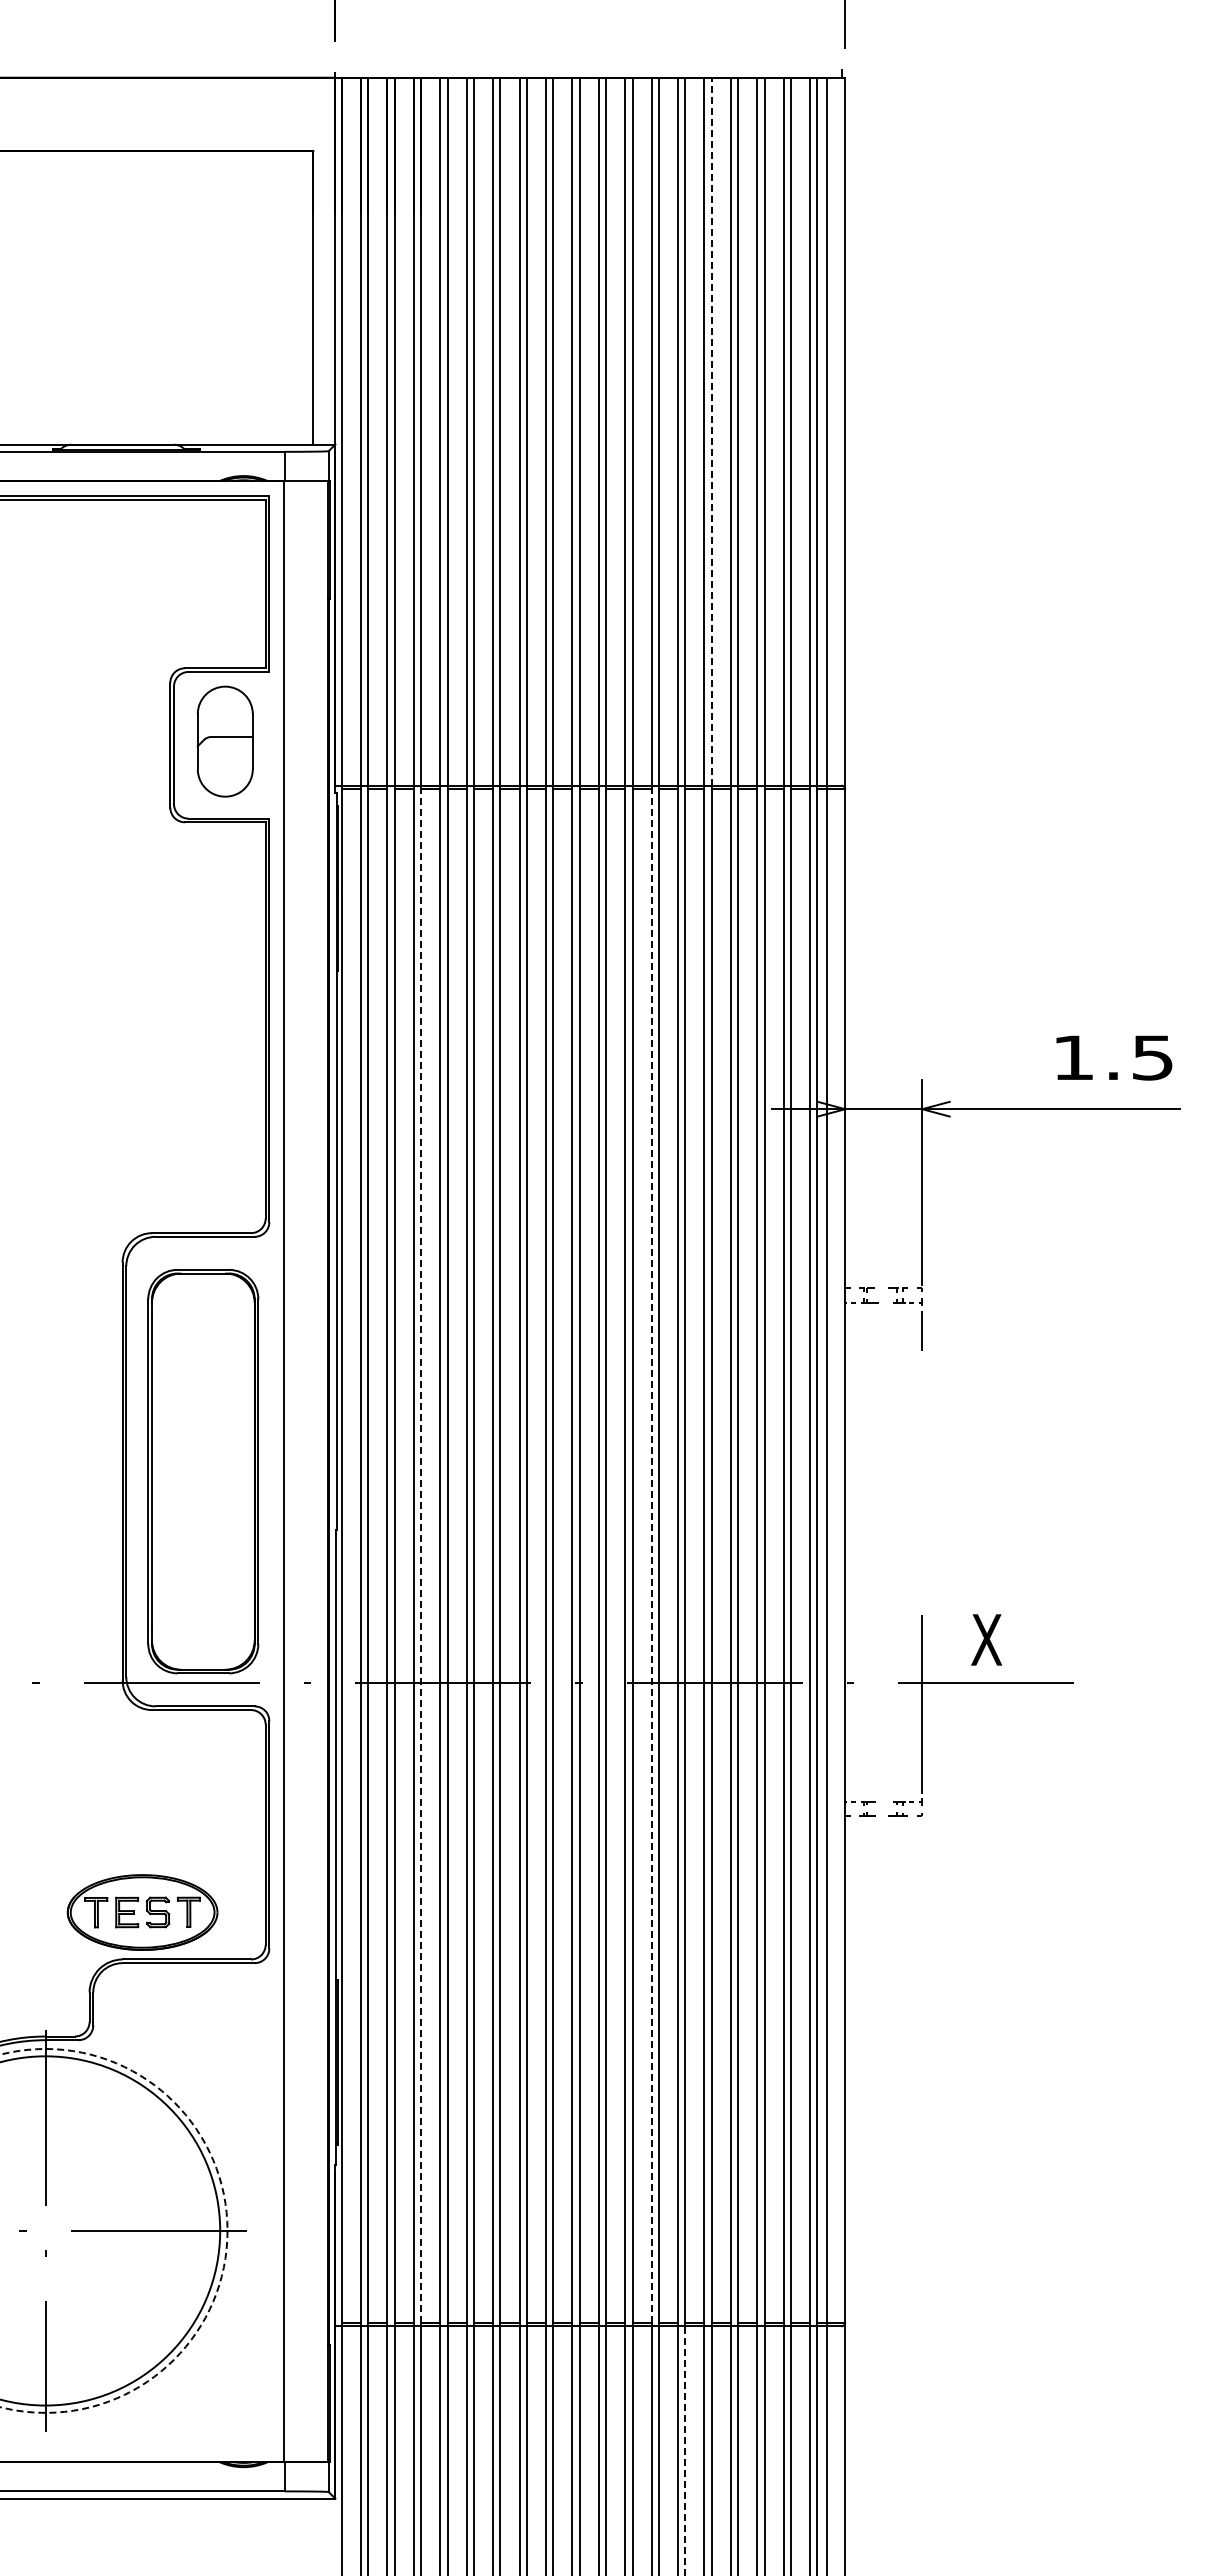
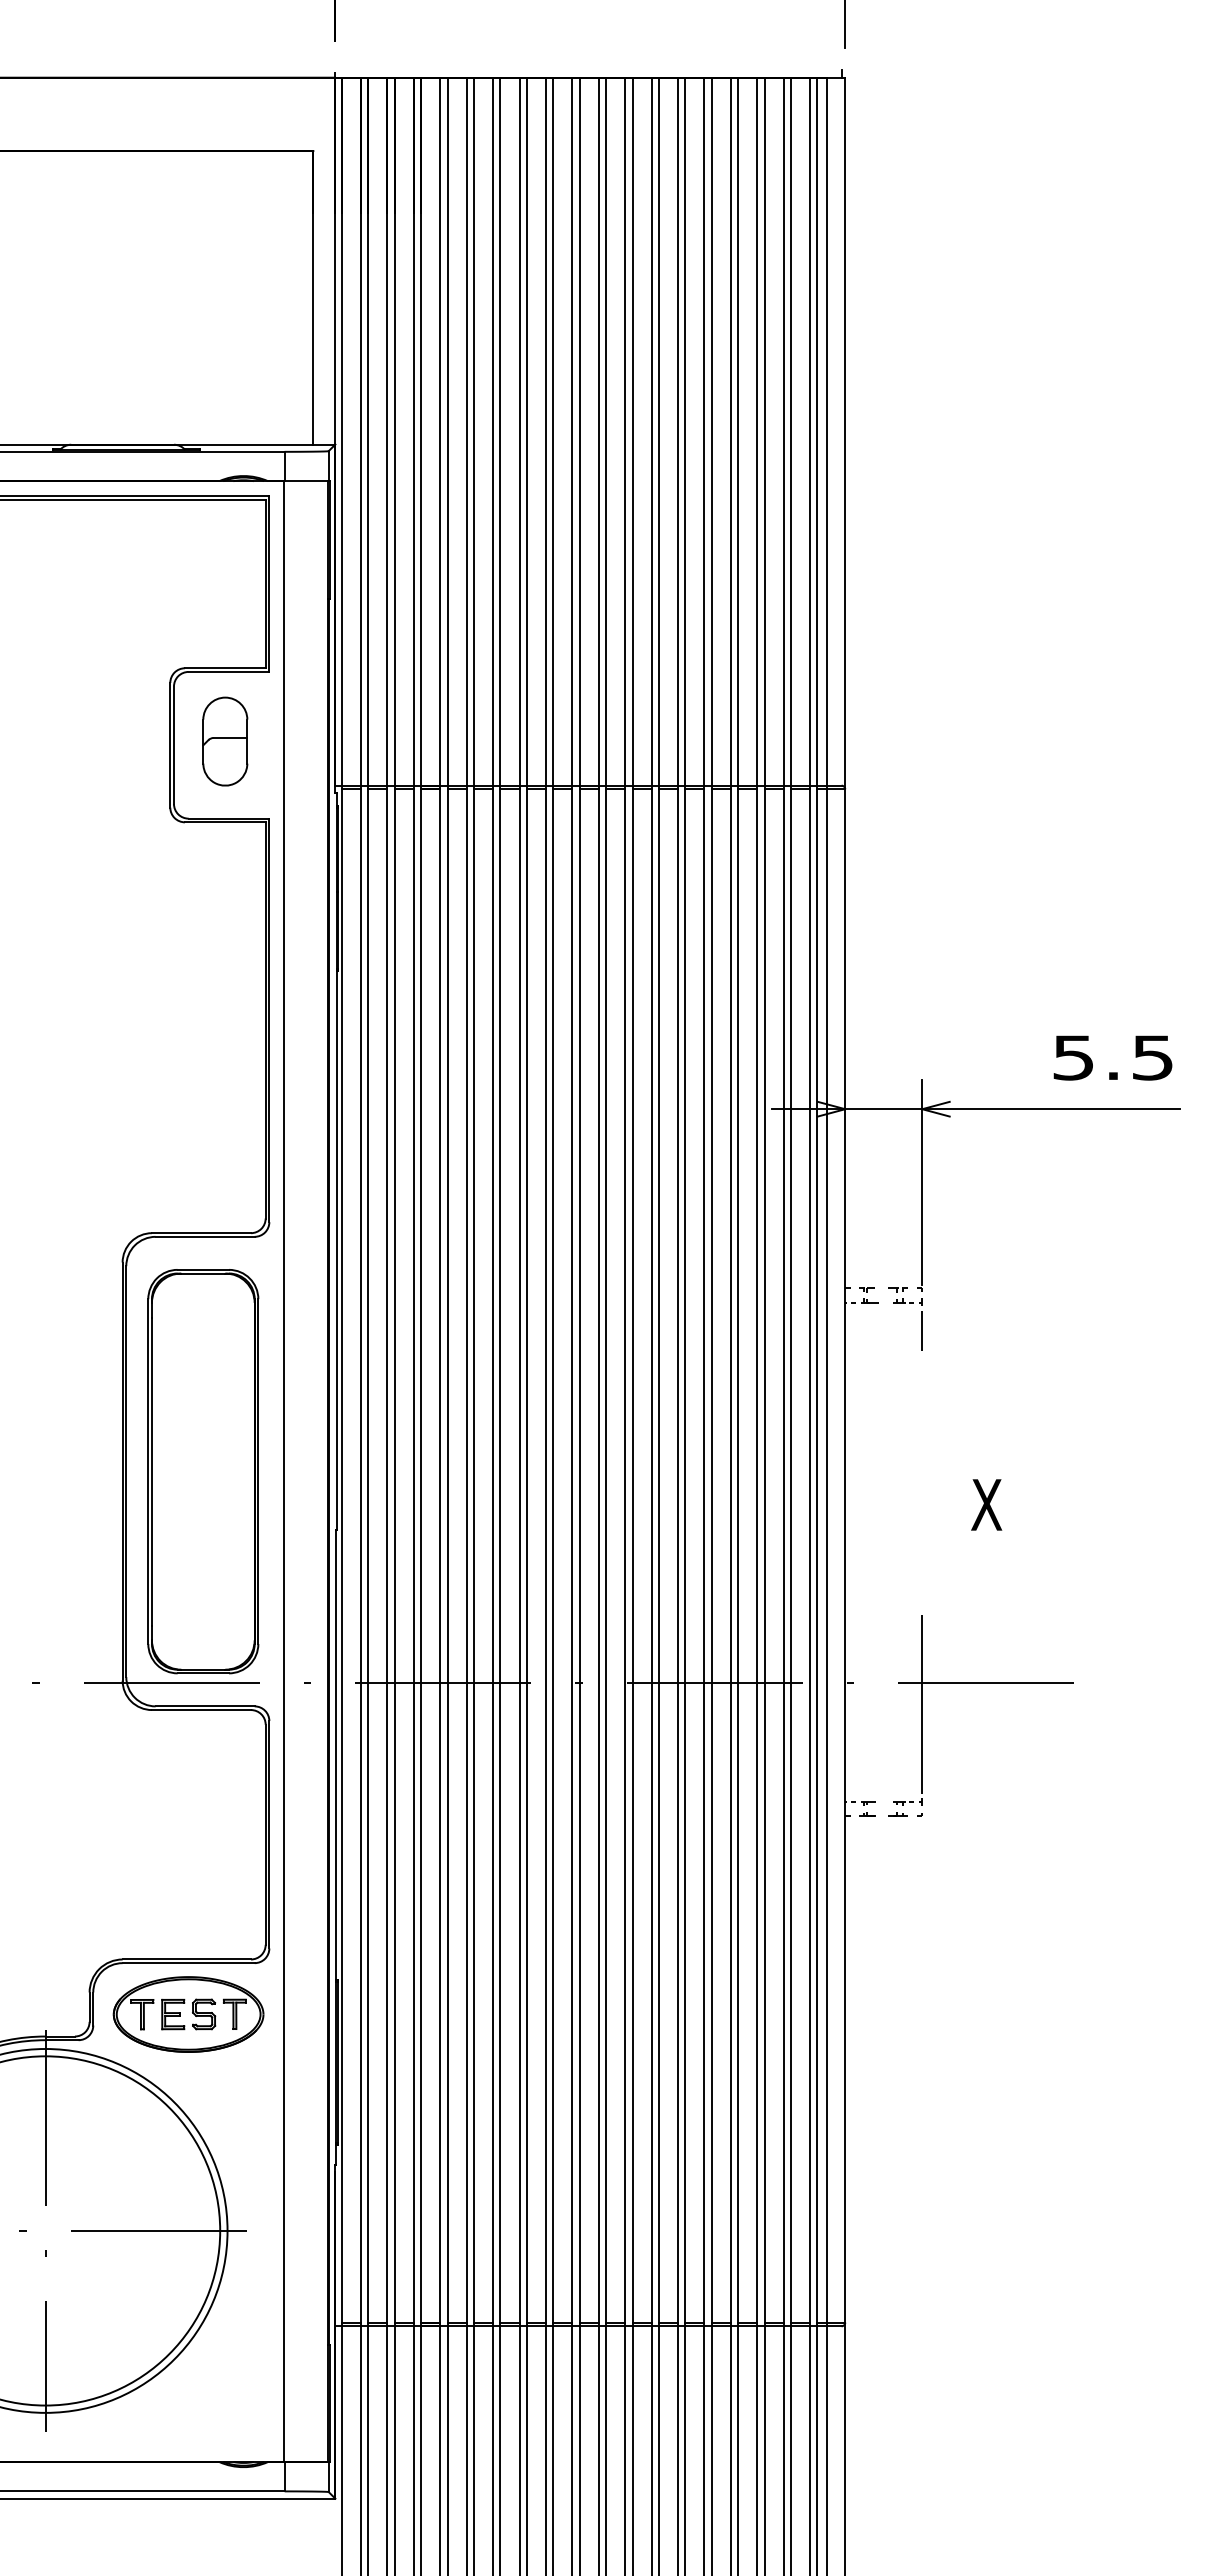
line at (711, 431): dashed -> solid
part at (224, 741) size: 58x113 px -> 47x91 px
text at (1072, 1057): 1.5 -> 5.5
line at (421, 1555): dashed -> solid
line at (651, 1555): dashed -> solid
text at (986, 1639) position: (986, 1639) -> (986, 1504)
part at (142, 1912) position: (142, 1912) -> (188, 2014)
circle at (113, 2230): dashed -> solid
line at (685, 2451): dashed -> solid
